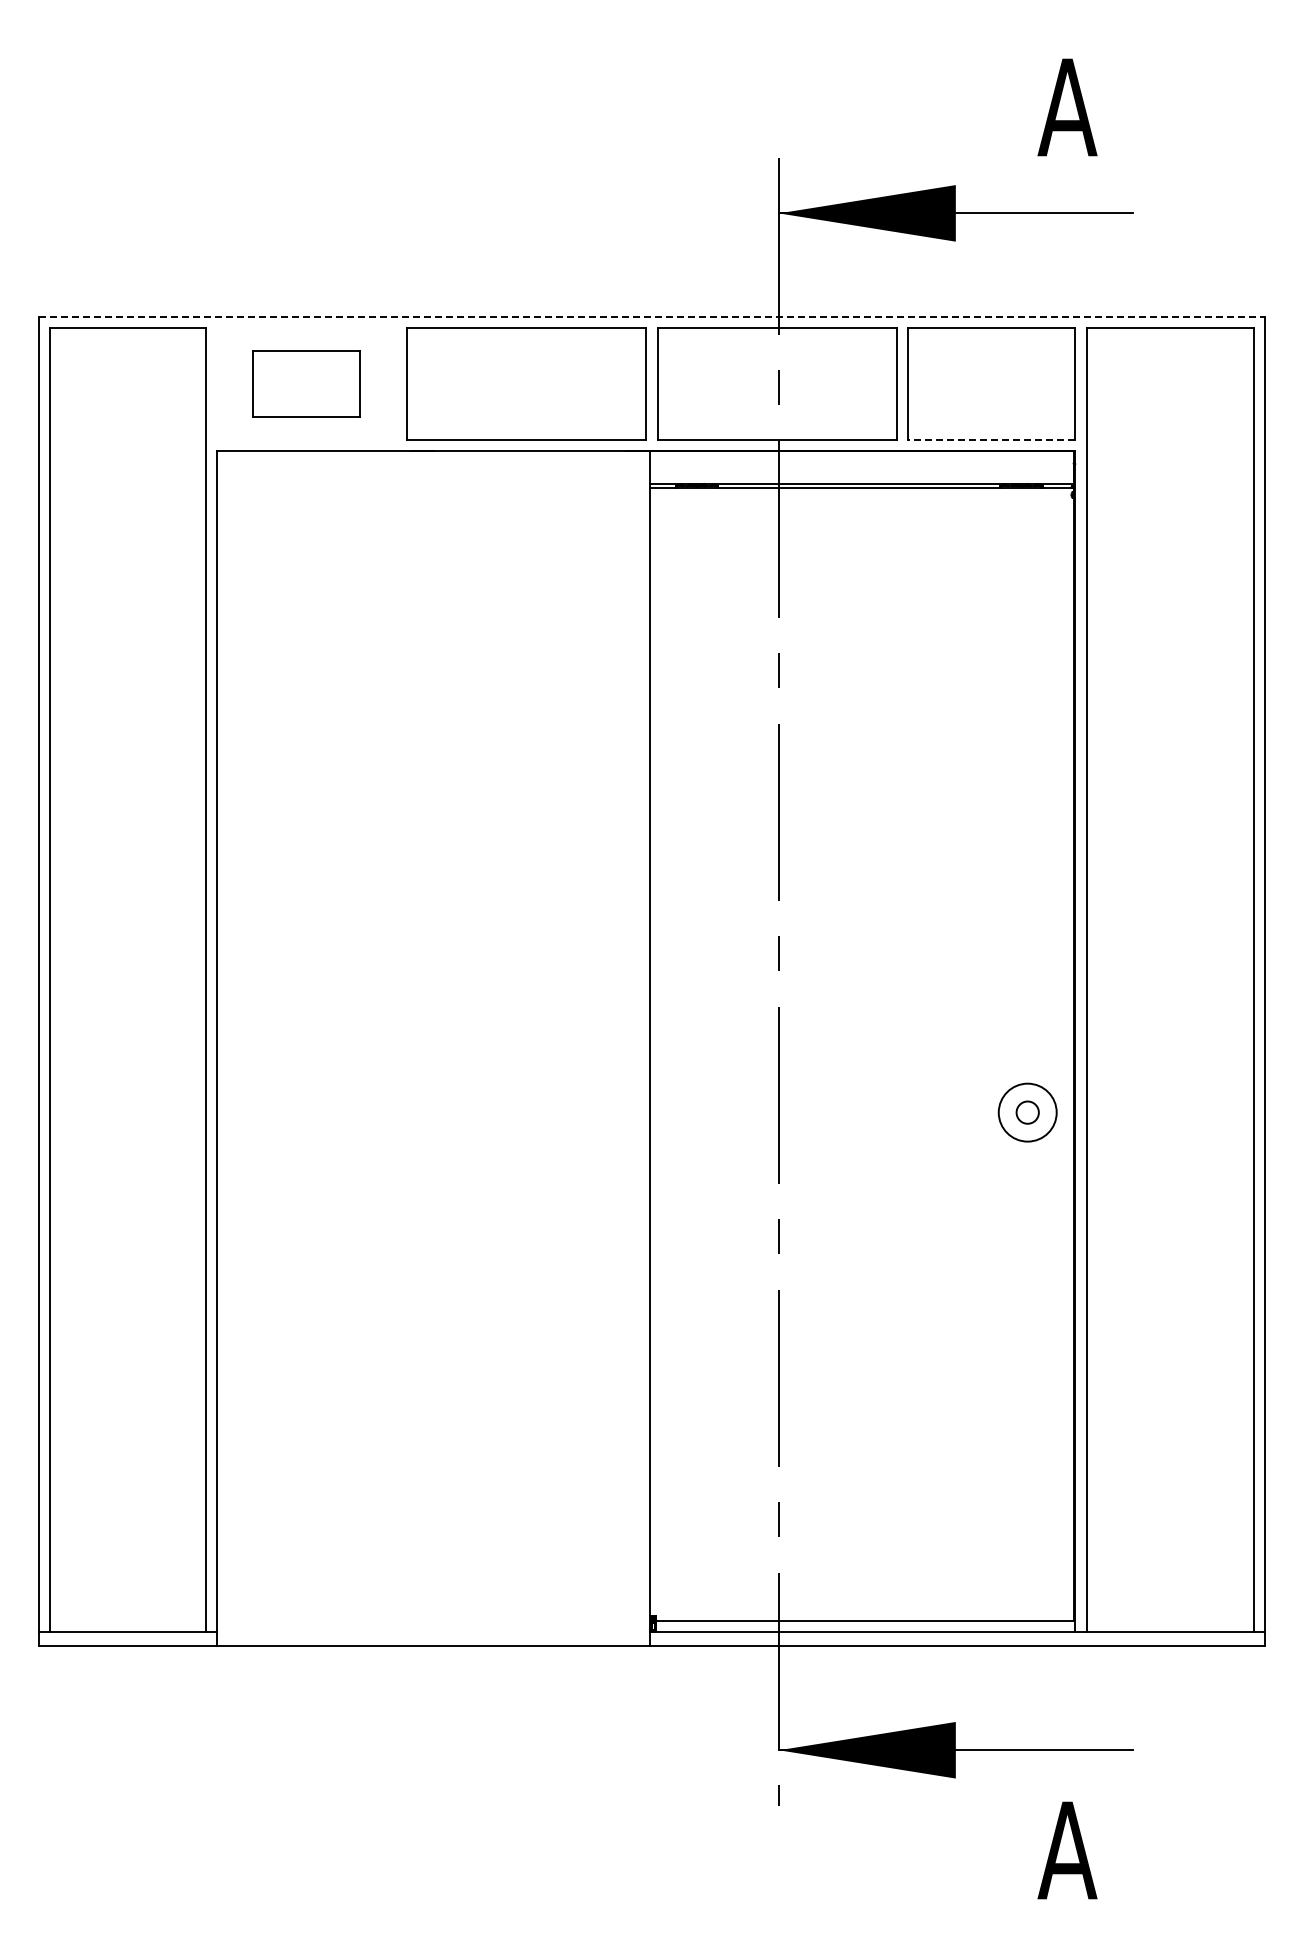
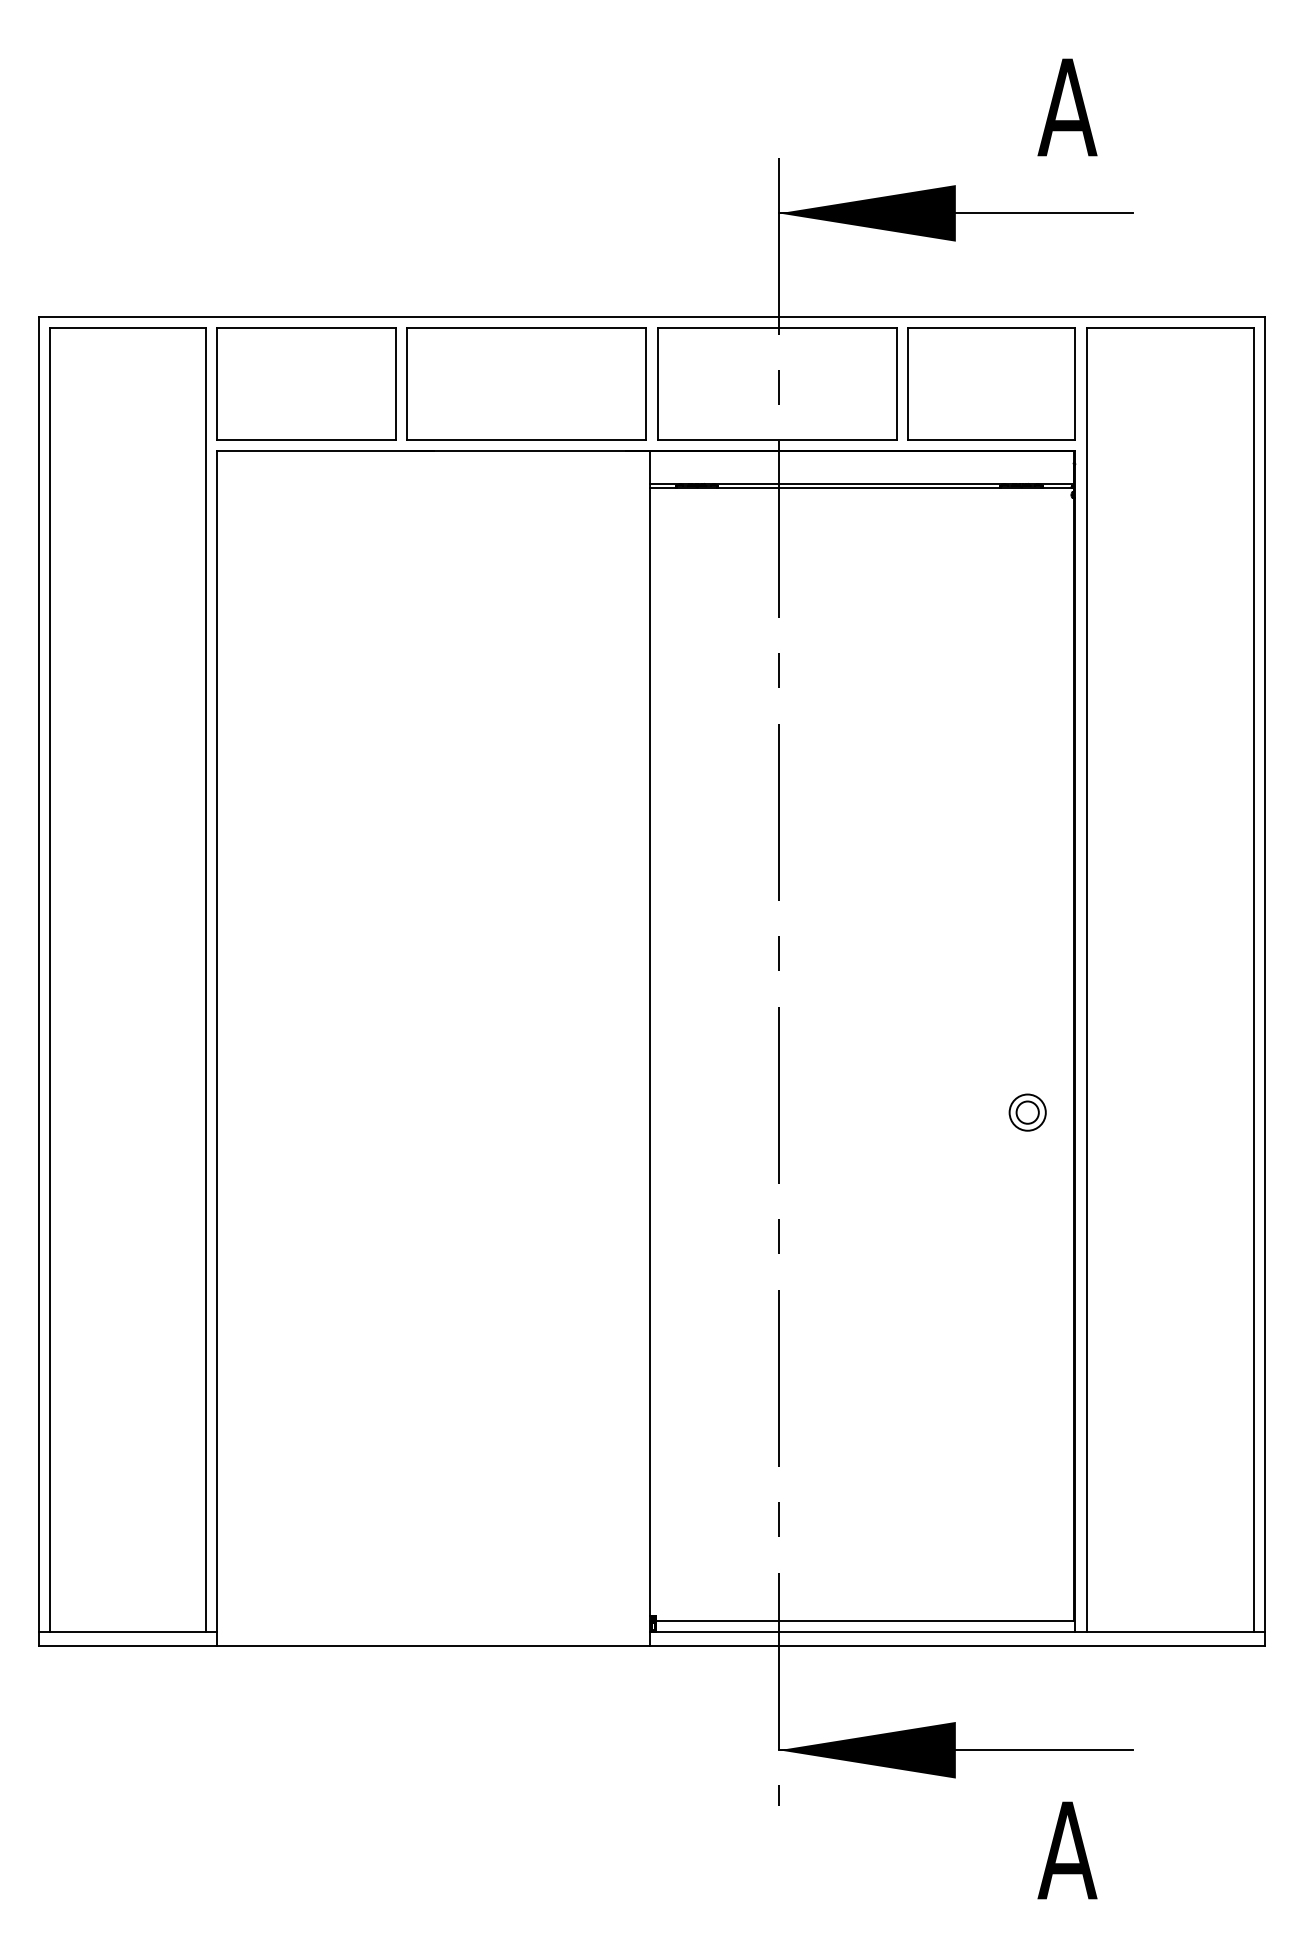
line at (651, 317): dashed -> solid
part at (306, 383) size: 109x68 px -> 181x114 px
line at (991, 439): dashed -> solid
circle at (1027, 1112) diameter: 58 px -> 36 px
